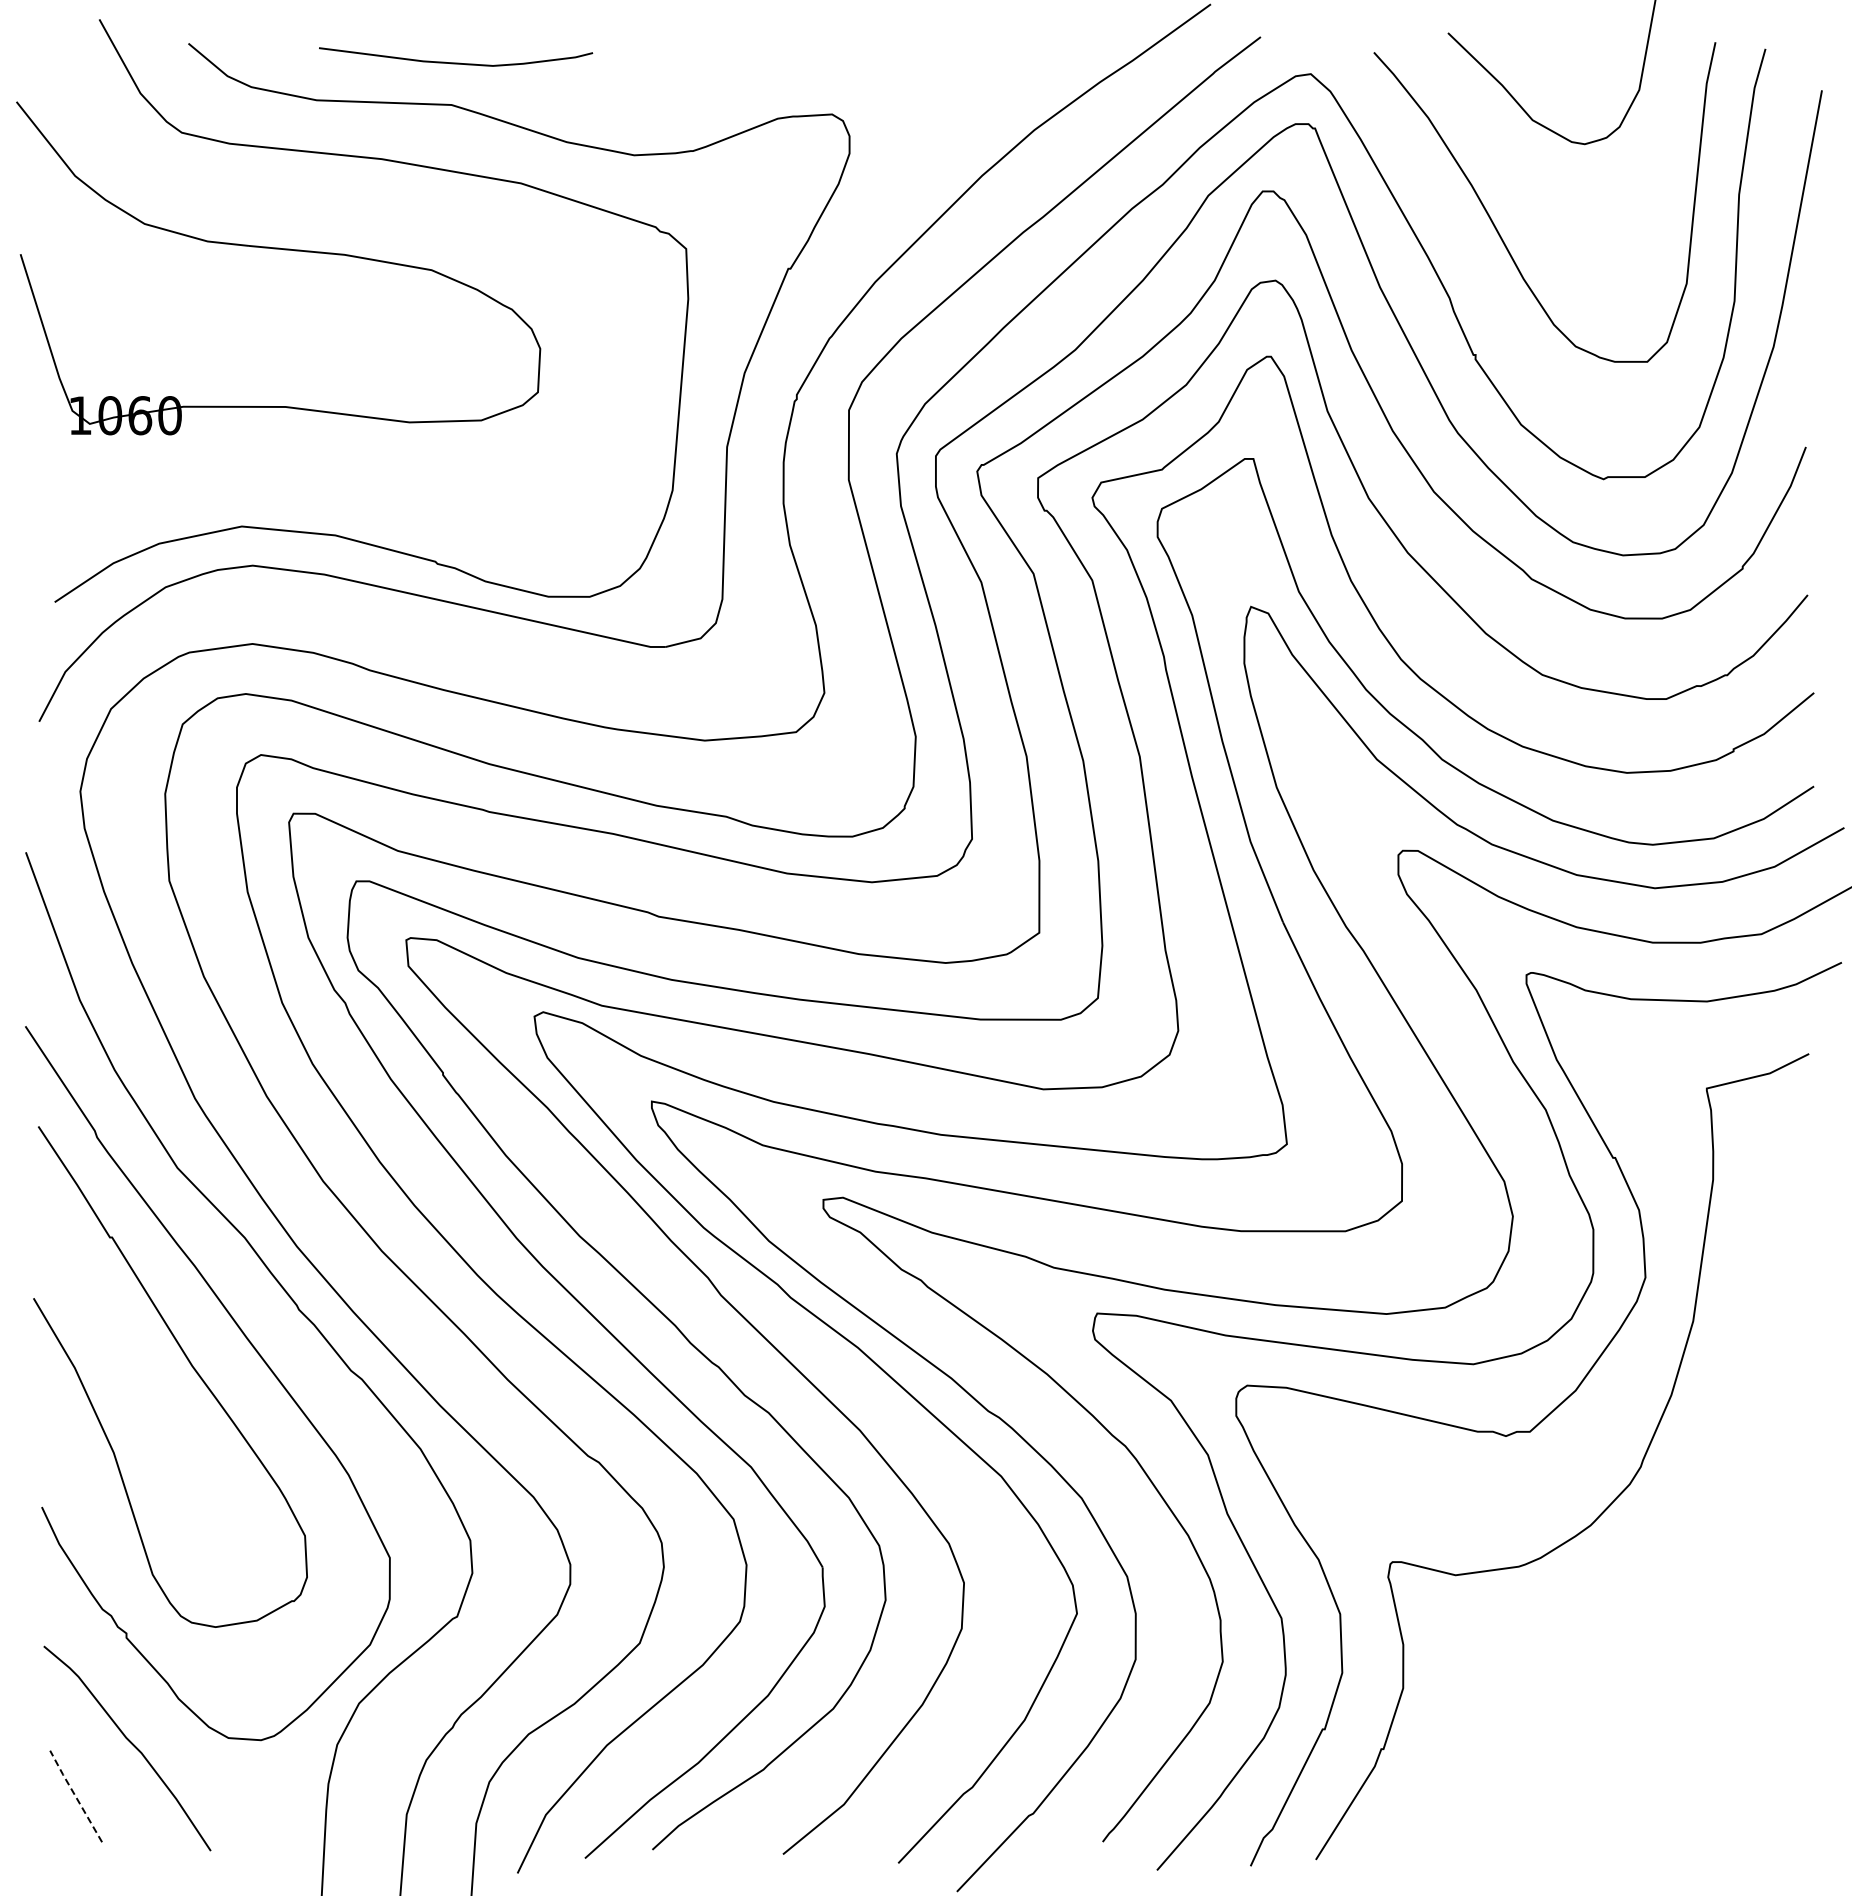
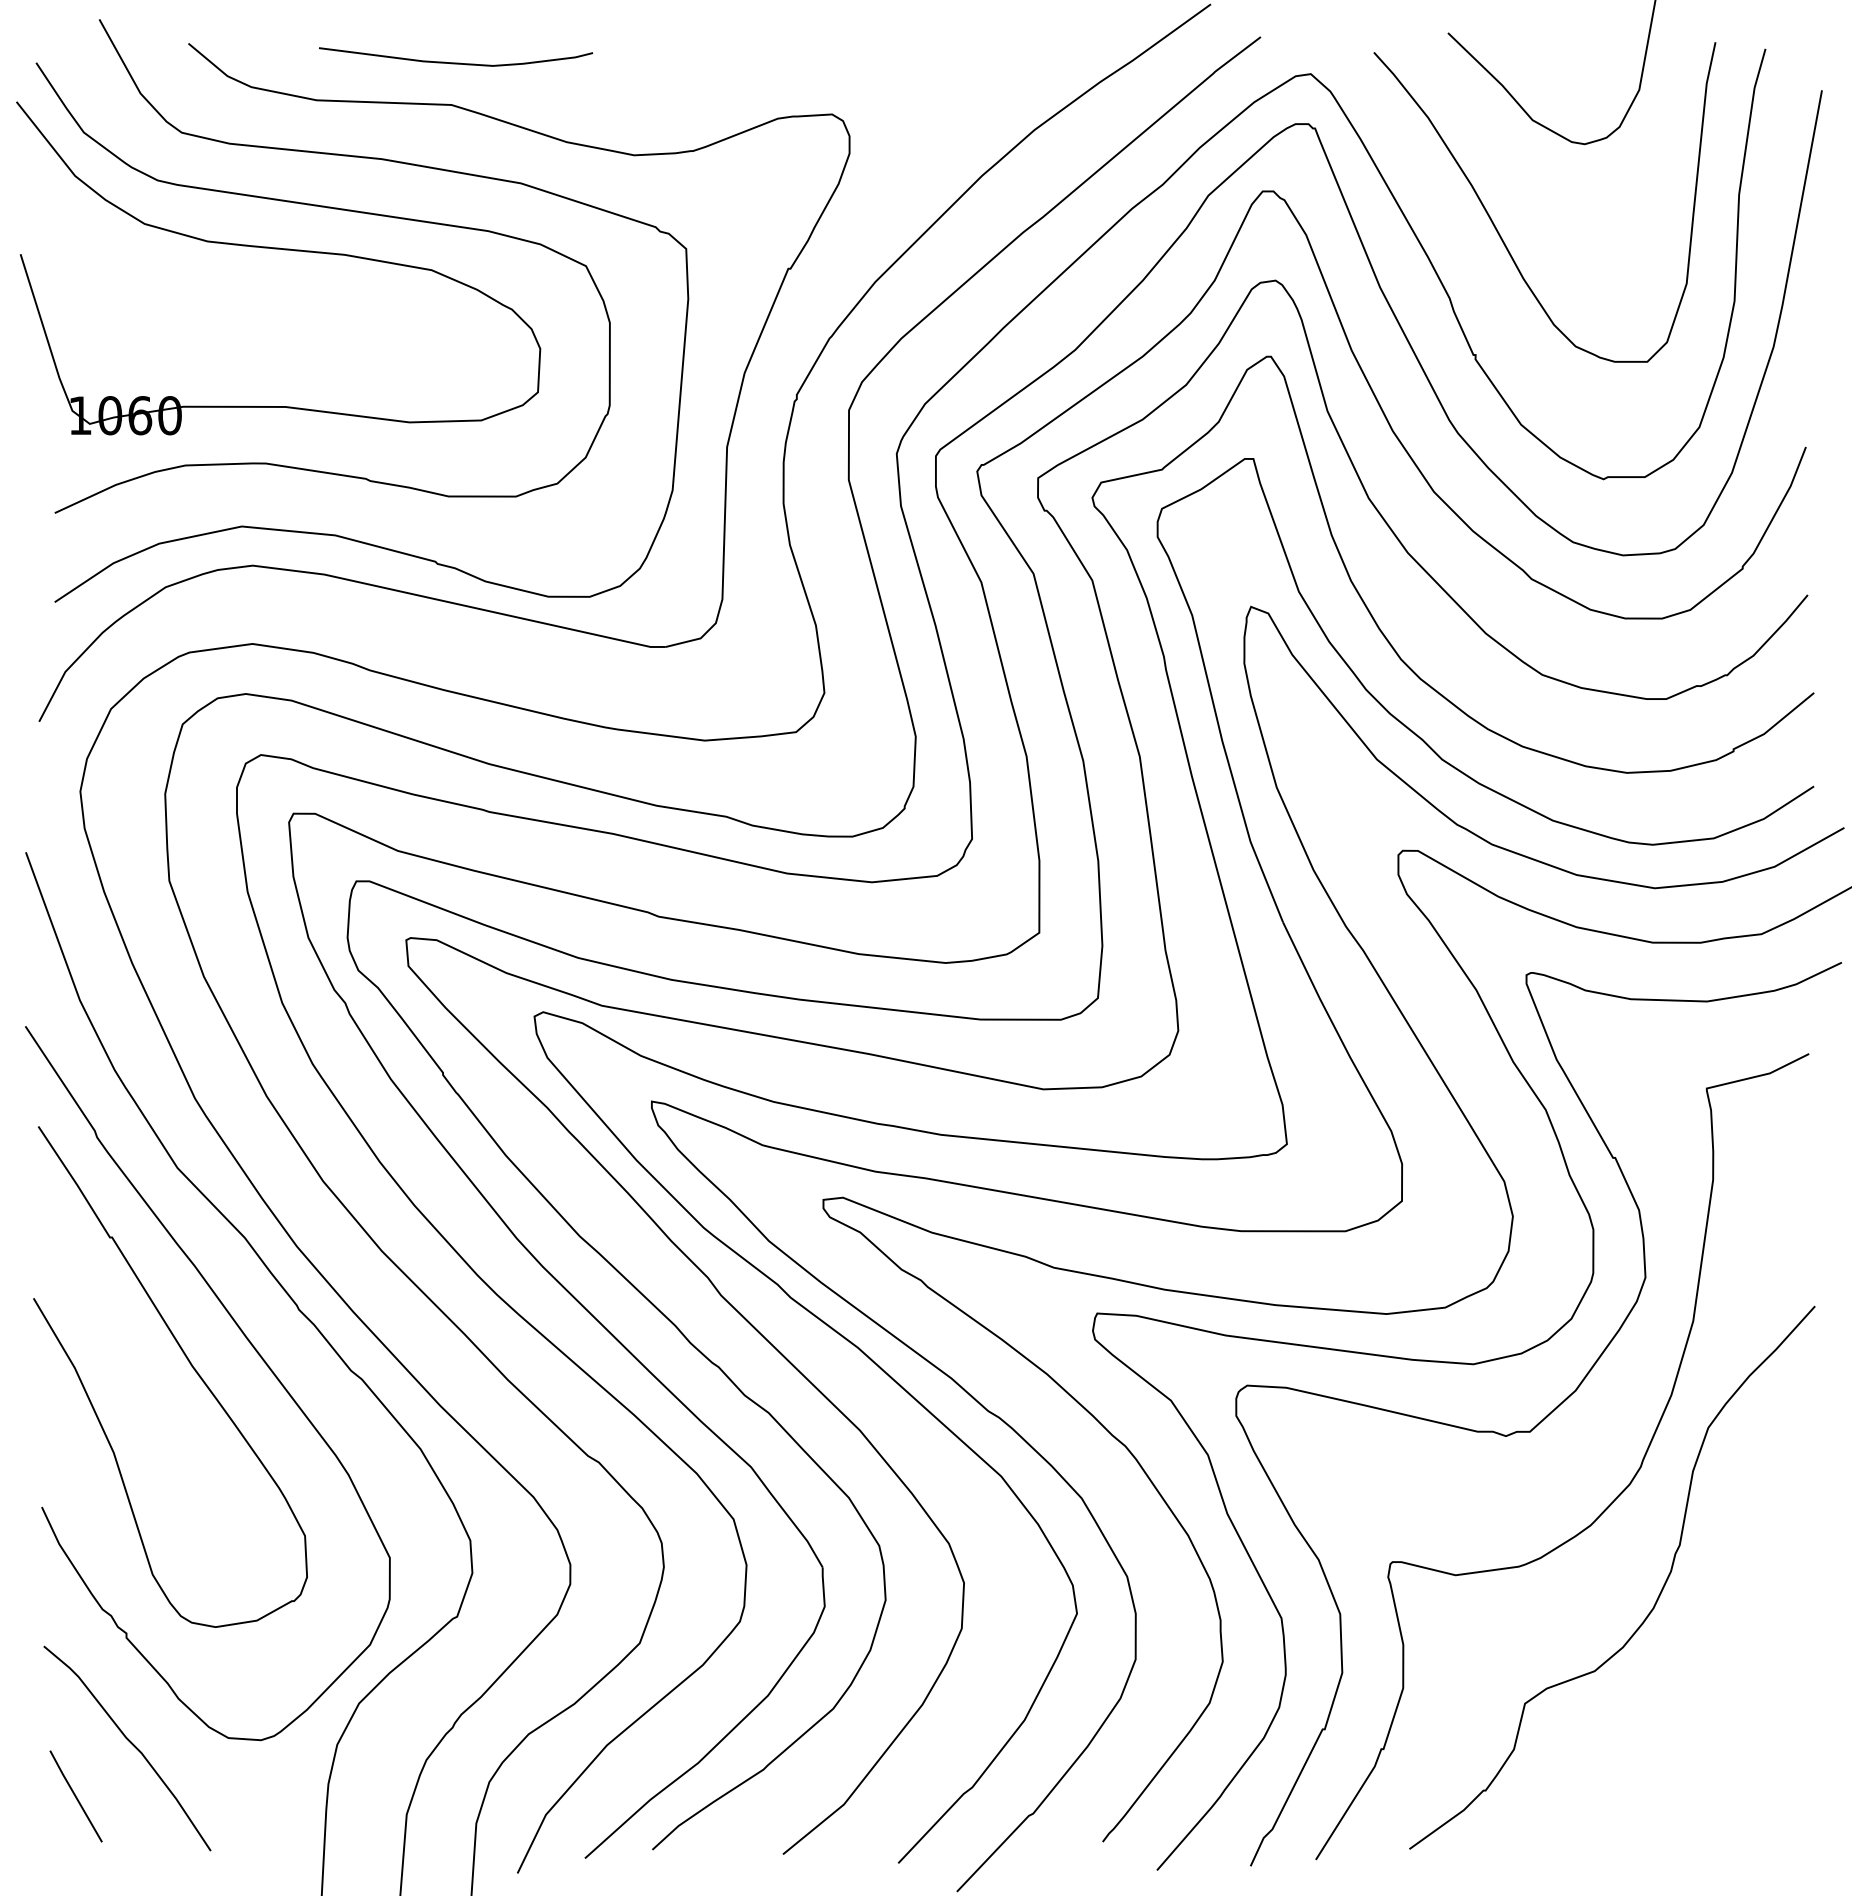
curve at (334, 209): none -> present
curve at (1656, 1599): none -> present
line at (75, 1796): dashed -> solid
